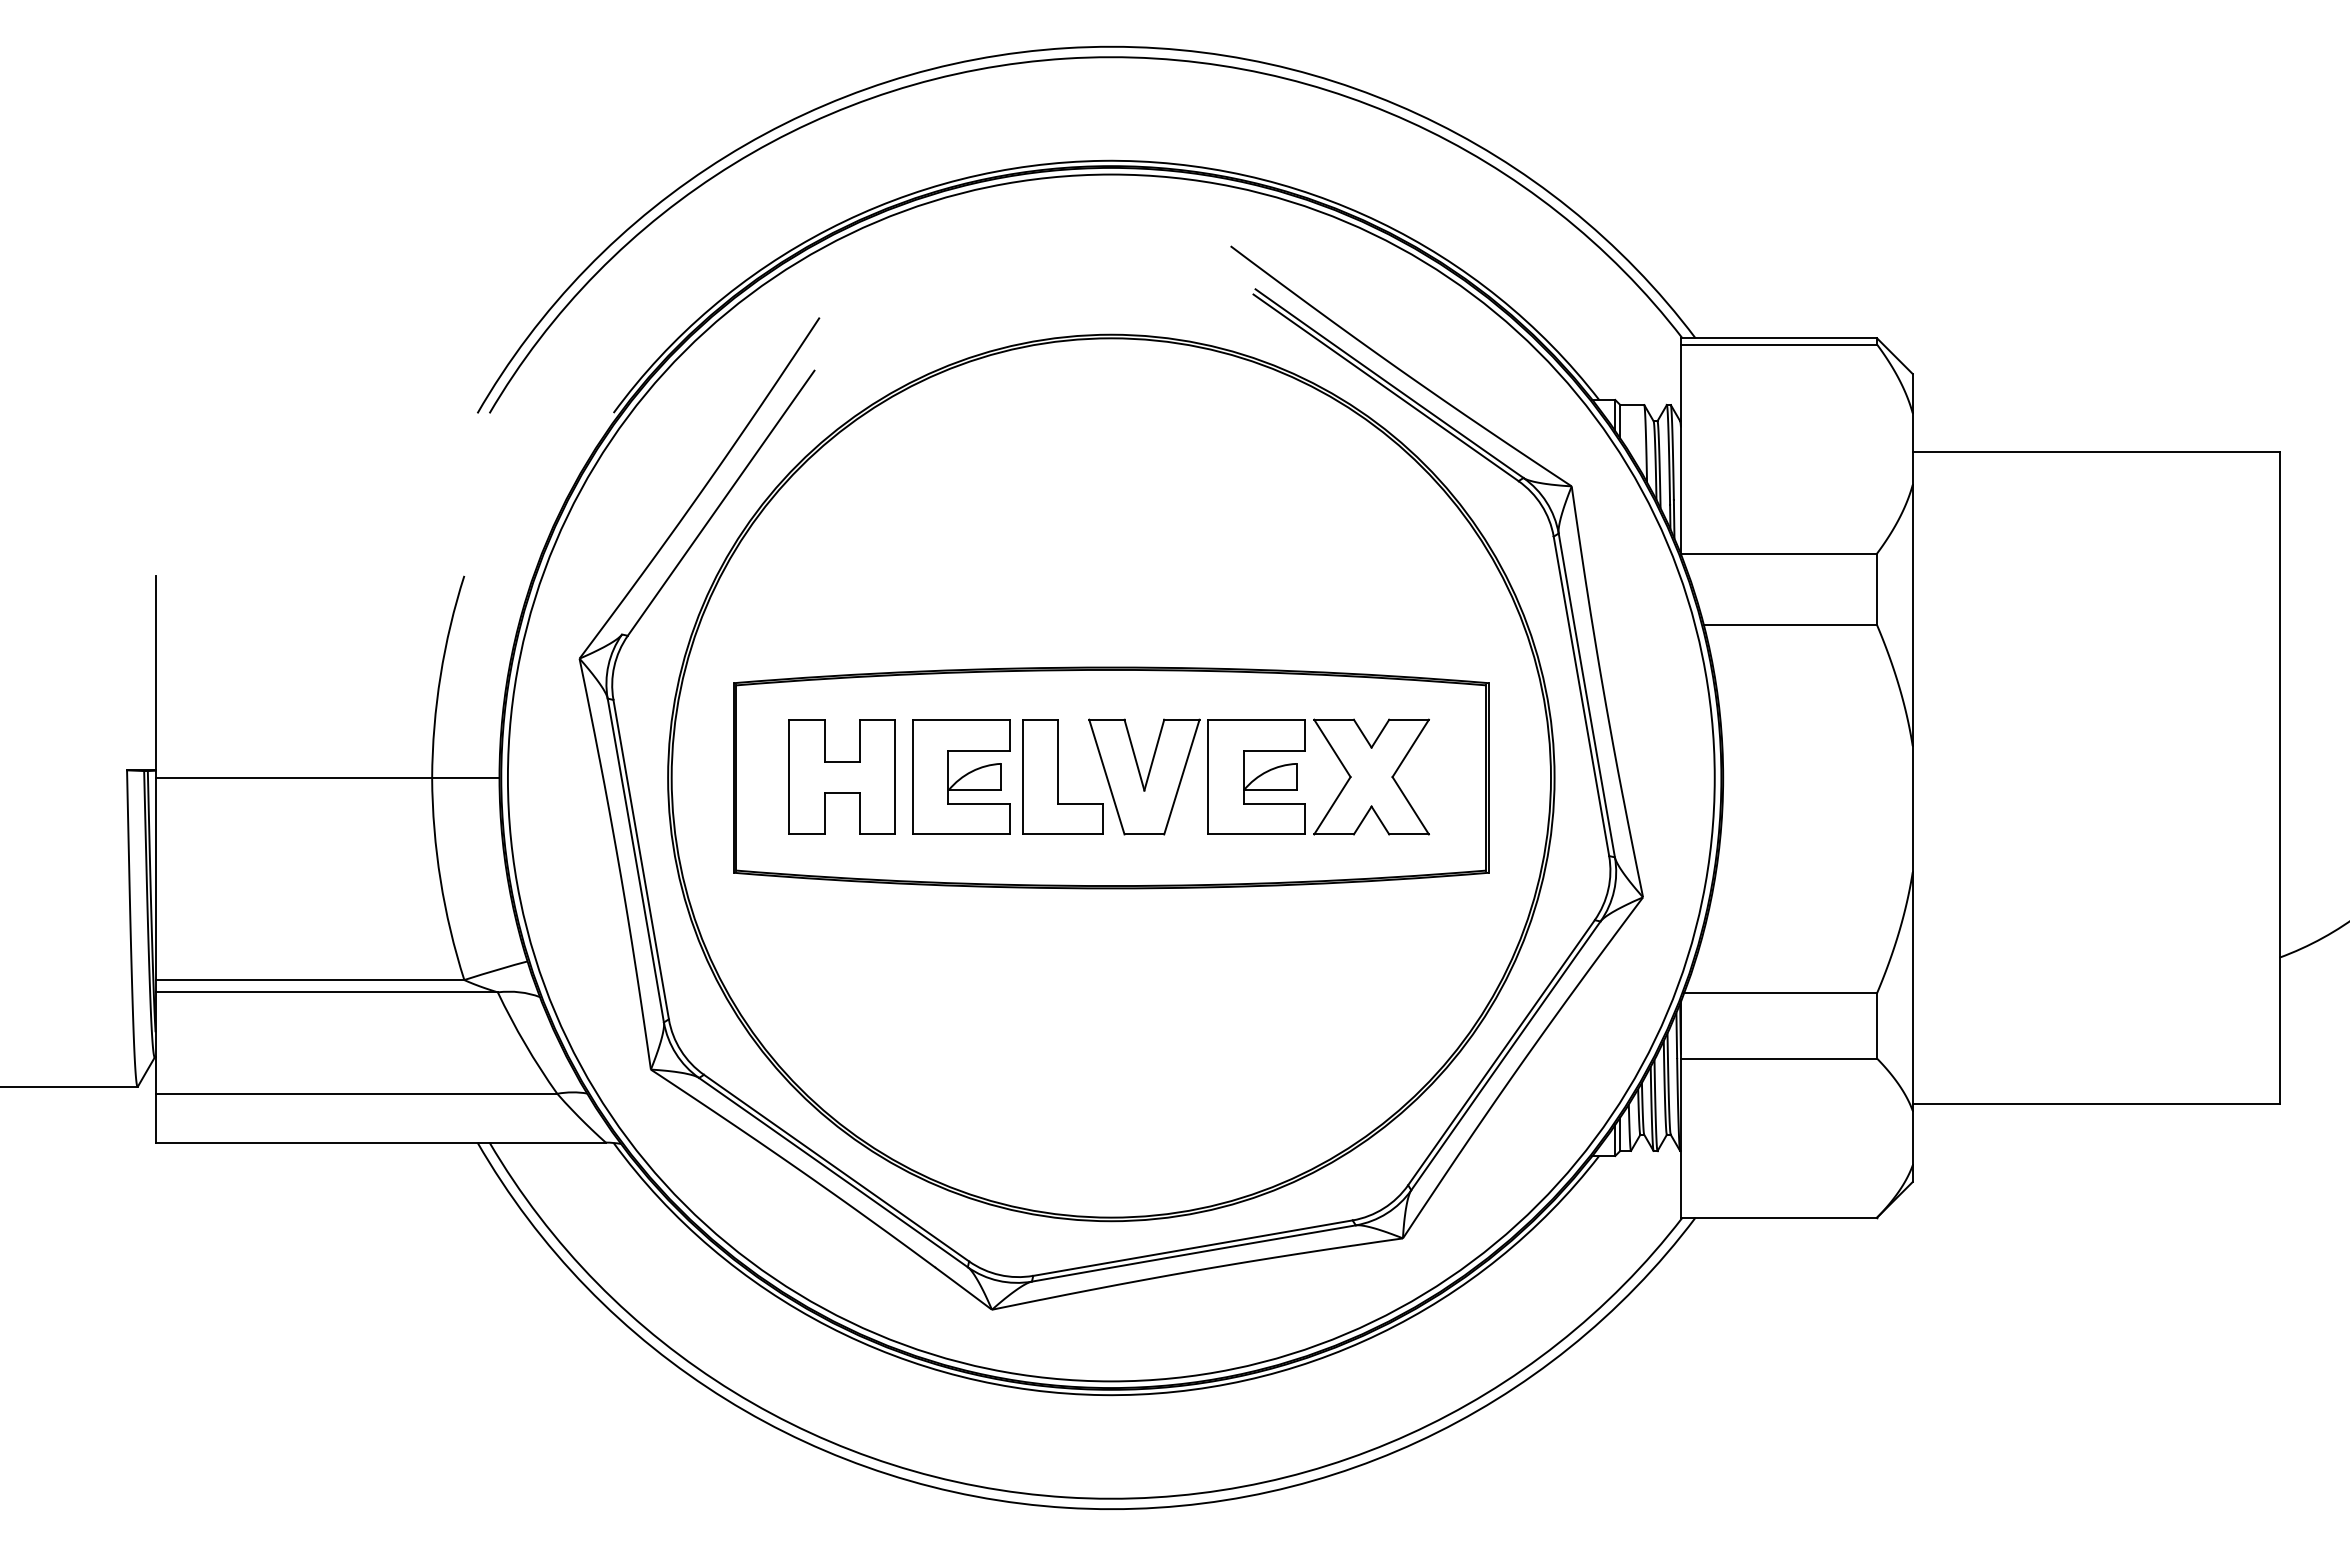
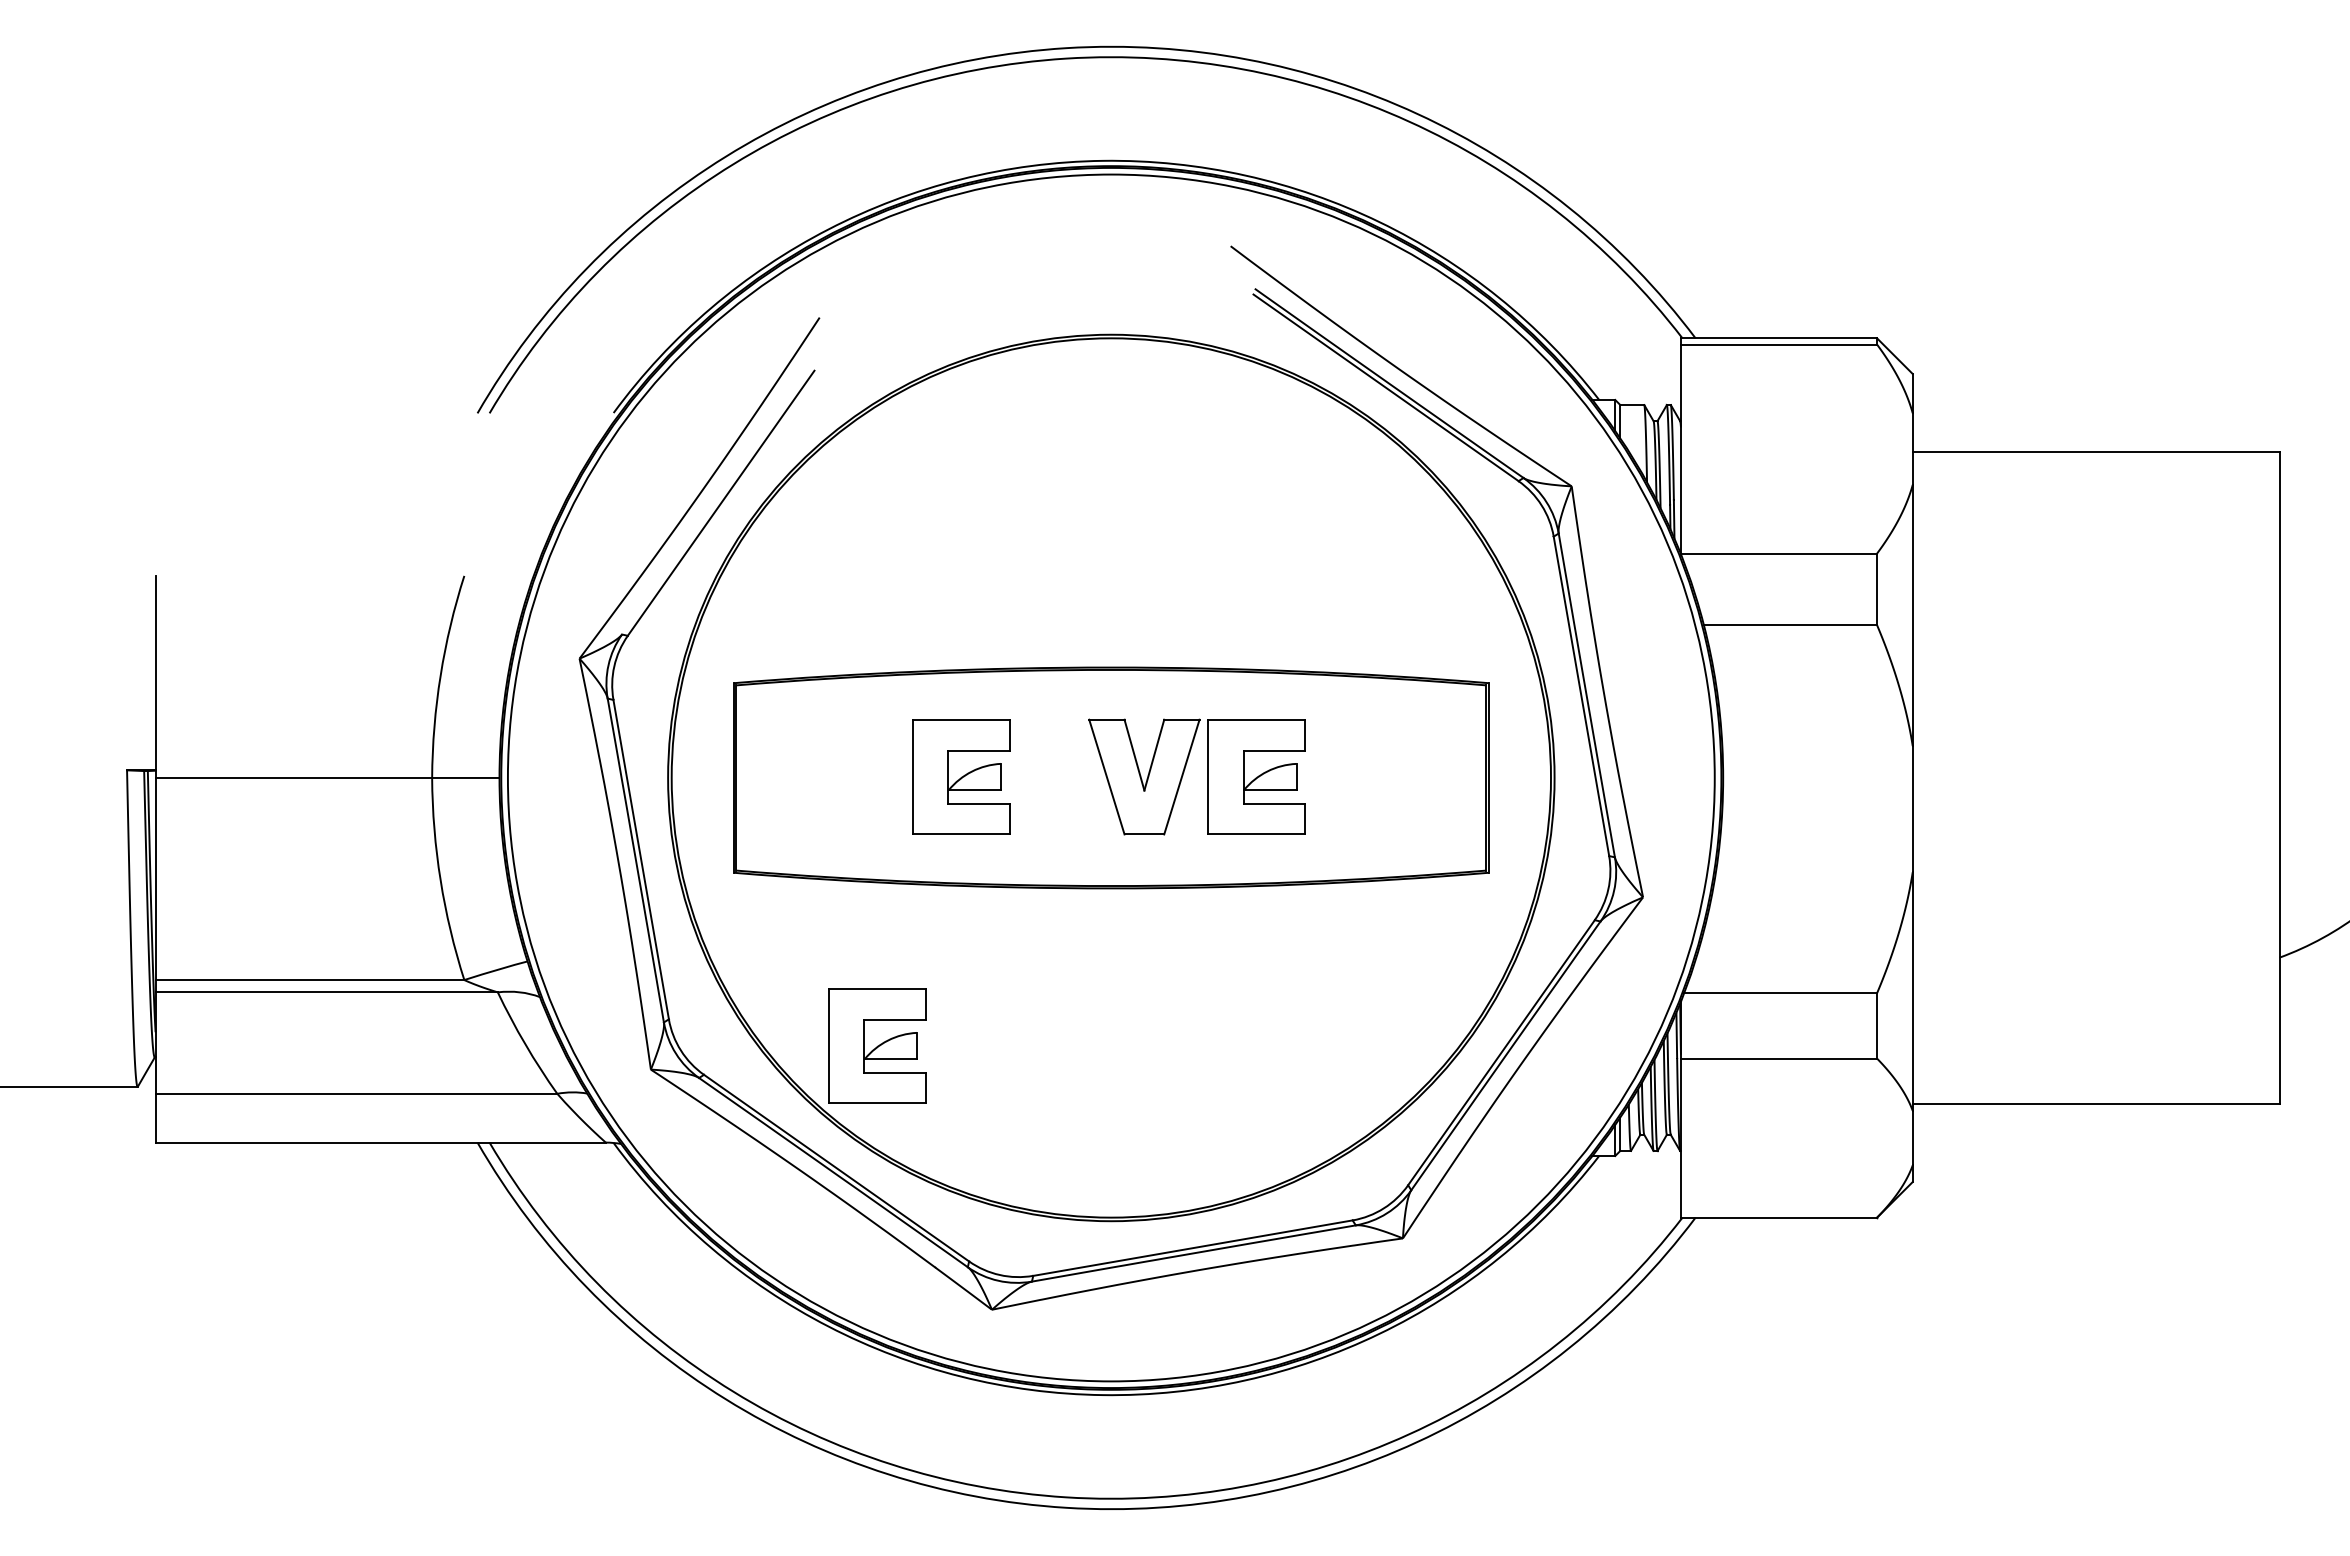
part at (841, 776): present -> none
part at (1062, 776): present -> none
part at (1371, 776): present -> none
part at (877, 1045): none -> present
